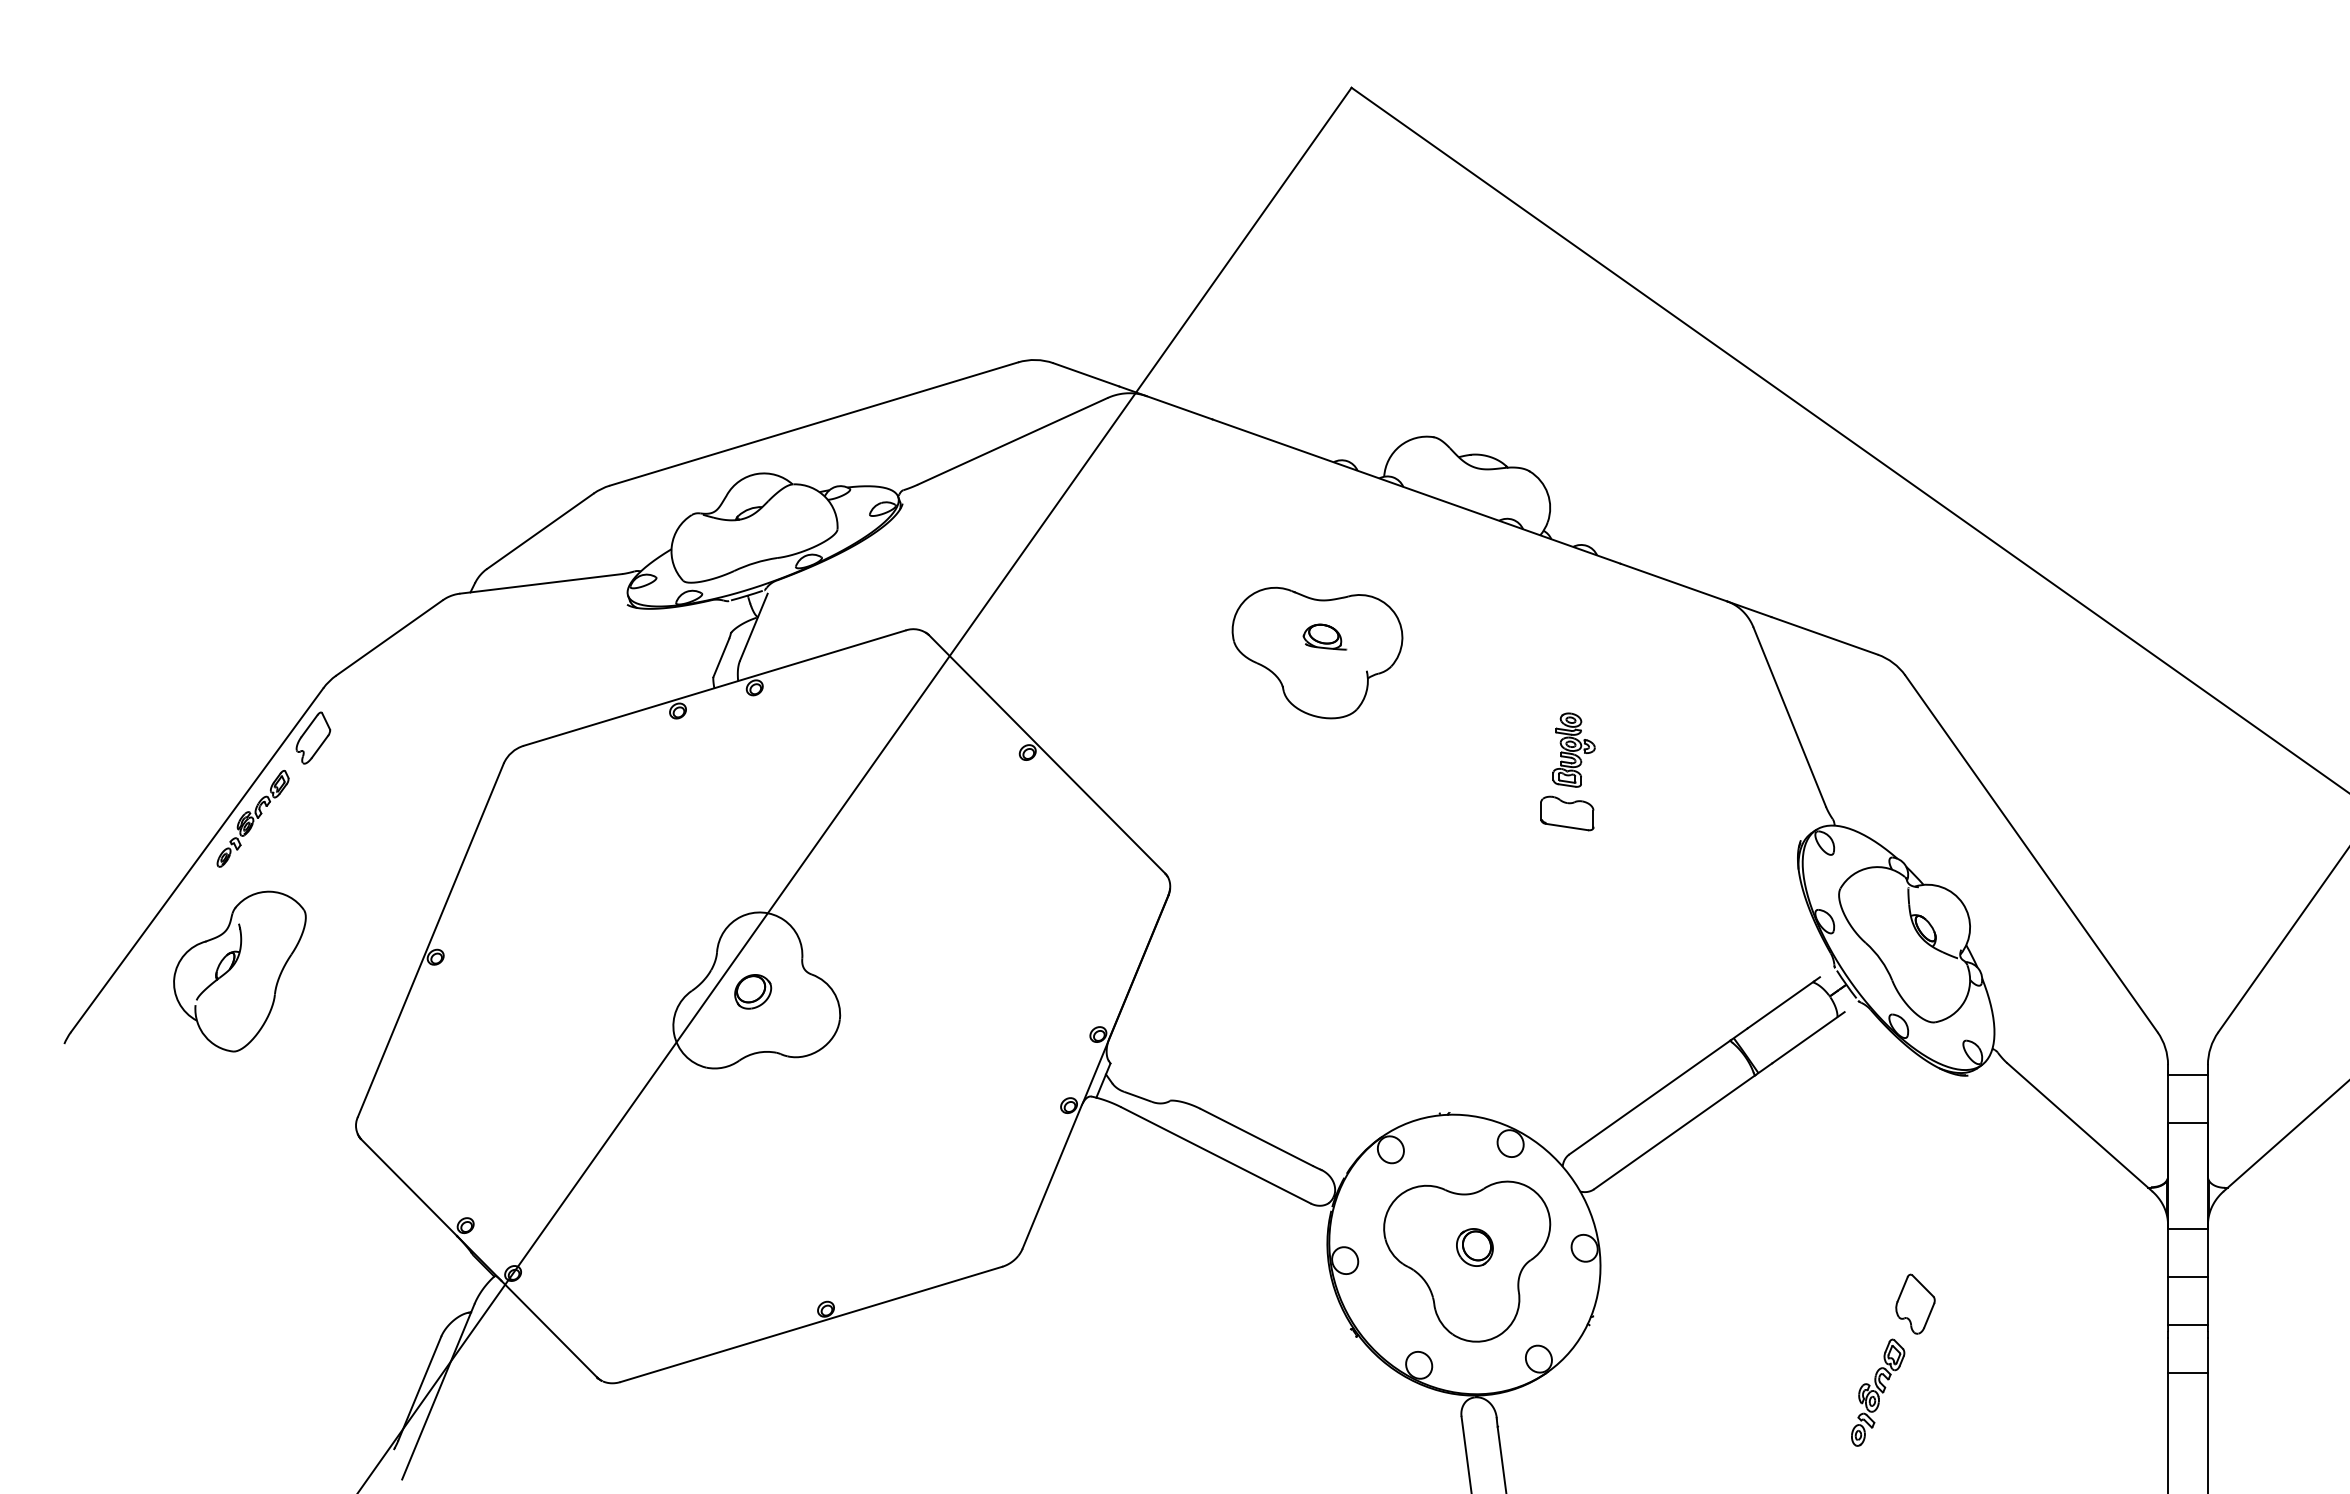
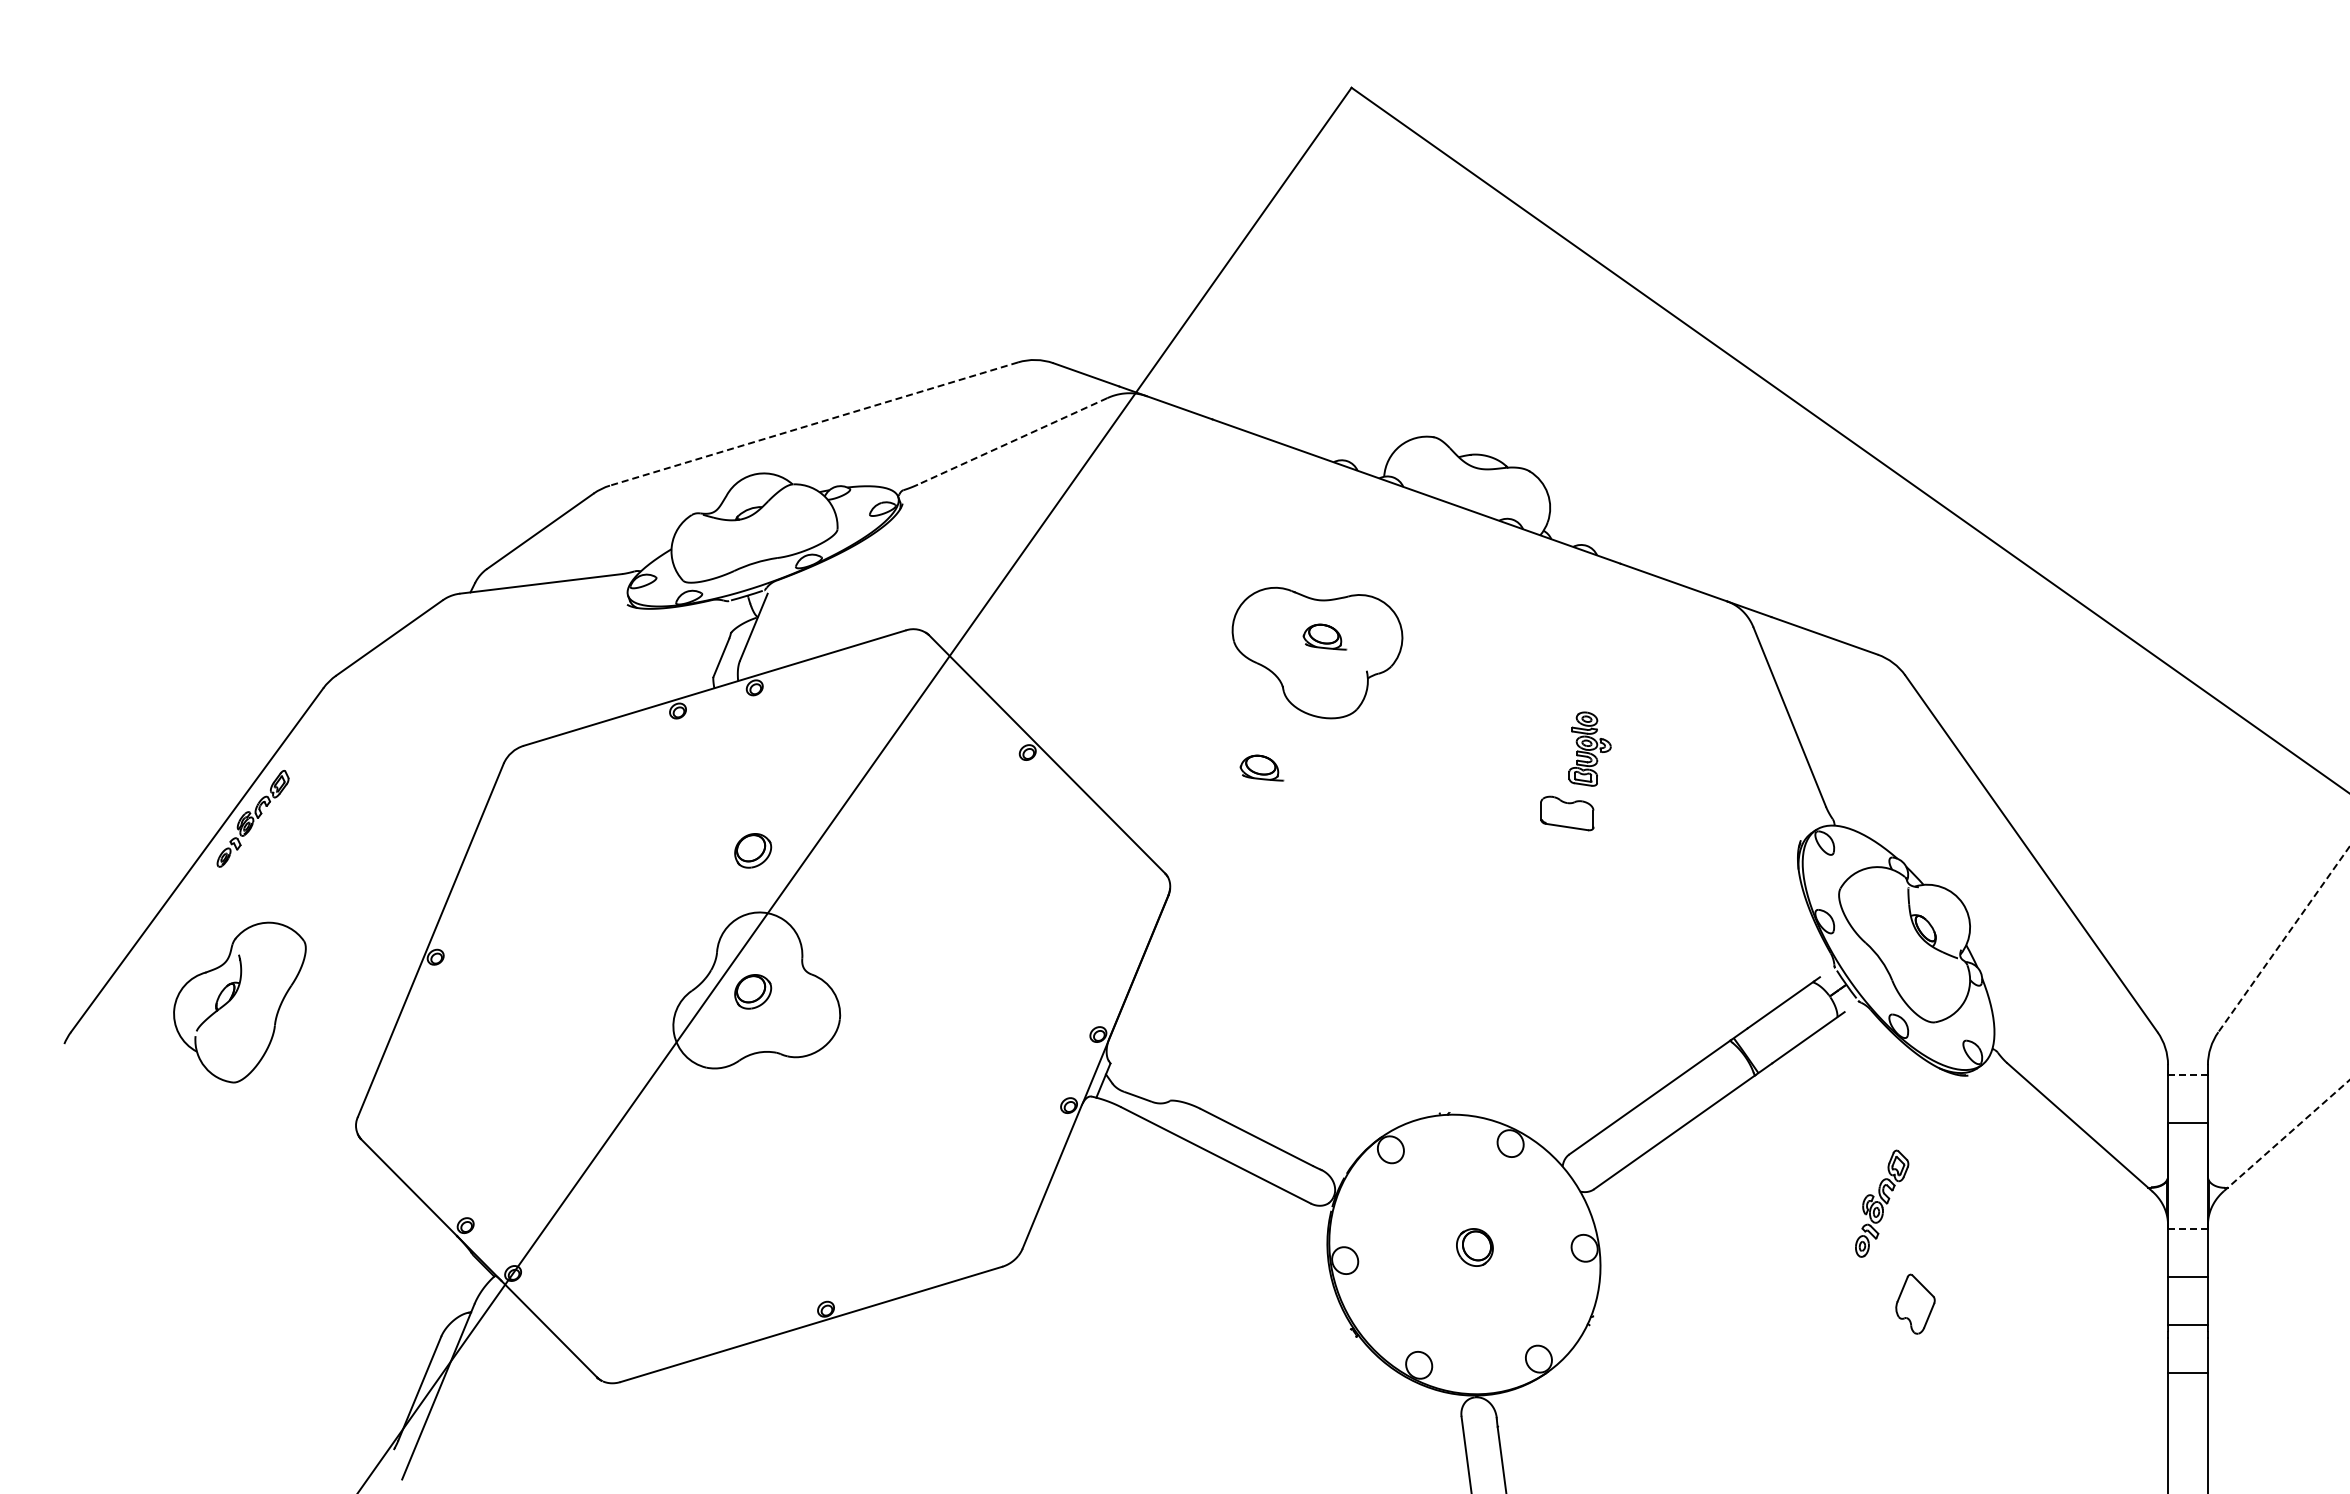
line at (813, 424): solid -> dashed
line at (1012, 441): solid -> dashed
part at (313, 737): present -> none
part at (1573, 749) position: (1573, 749) -> (1589, 748)
part at (1261, 767): none -> present
part at (753, 850): none -> present
line at (2284, 939): solid -> dashed
part at (239, 971) position: (239, 971) -> (239, 1002)
line at (2187, 1075): solid -> dashed
line at (2286, 1135): solid -> dashed
line at (2187, 1229): solid -> dashed
part at (1467, 1261): present -> none
part at (1878, 1392) position: (1878, 1392) -> (1882, 1203)
